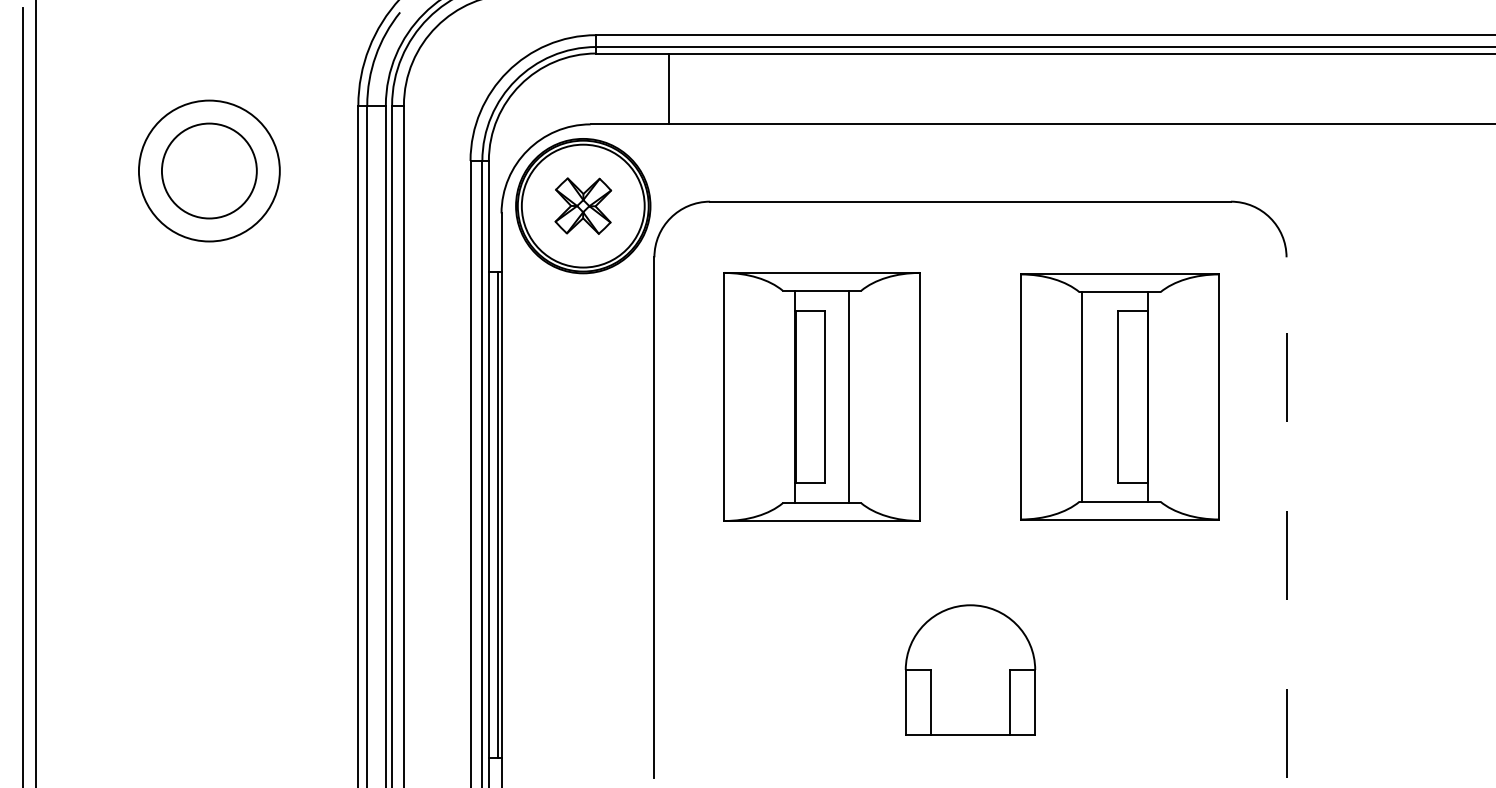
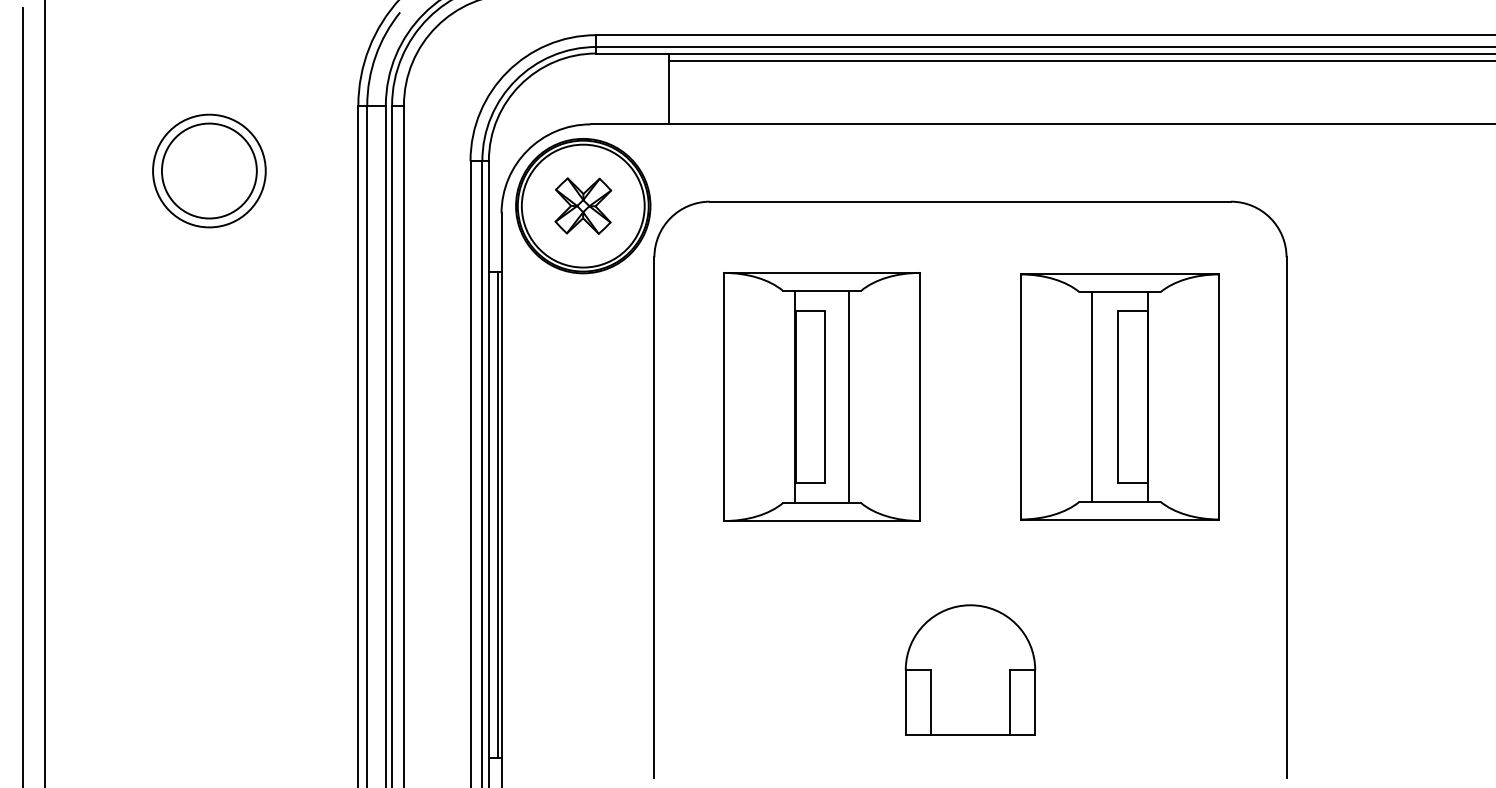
line at (1080, 61): none -> present
circle at (208, 170) diameter: 141 px -> 113 px
line at (35, 393) position: (35, 393) -> (44, 393)
line at (1082, 396) position: (1082, 396) -> (1092, 396)
line at (1286, 517): dashed -> solid
